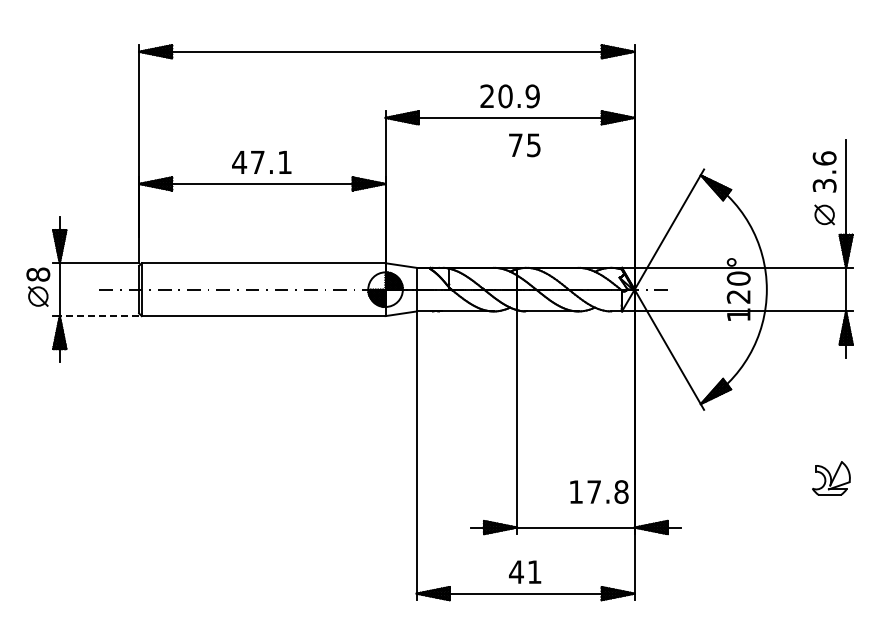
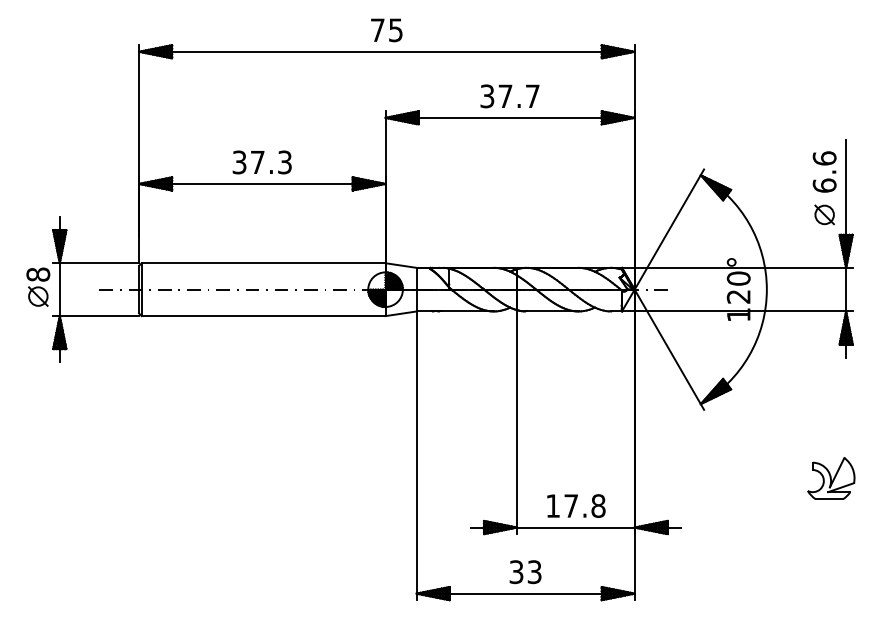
text at (509, 96): 20.9 -> 37.7
text at (524, 145) position: (524, 145) -> (386, 30)
text at (261, 162): 47.1 -> 37.3
text at (824, 185): 3.6 -> 6.6
line at (99, 316): dashed -> solid
part at (831, 478) size: 39x35 px -> 49x43 px
text at (599, 491) position: (599, 491) -> (576, 505)
text at (525, 572): 41 -> 33
